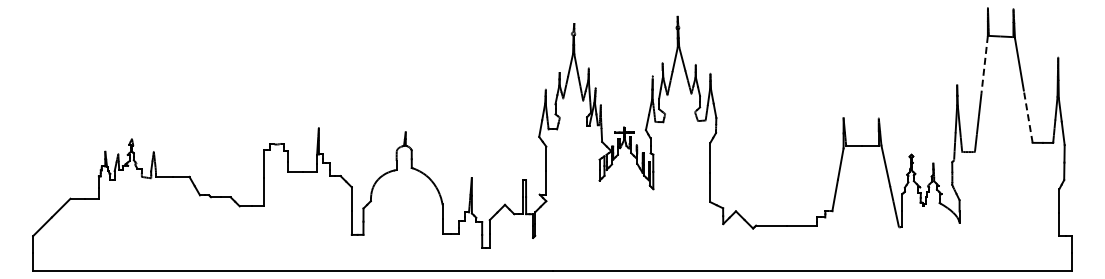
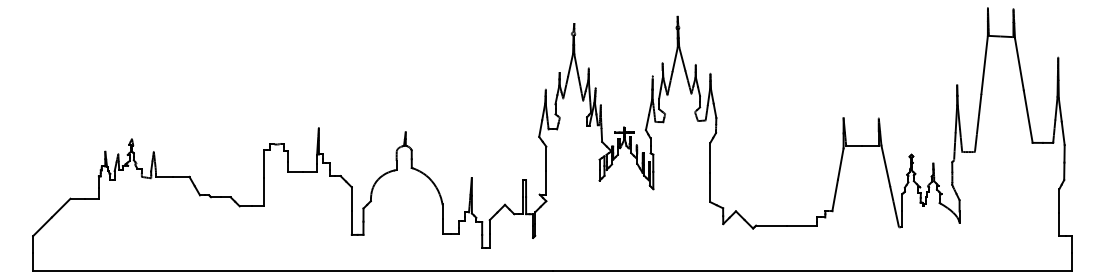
line at (984, 65): dashed -> solid
line at (1028, 116): dashed -> solid
